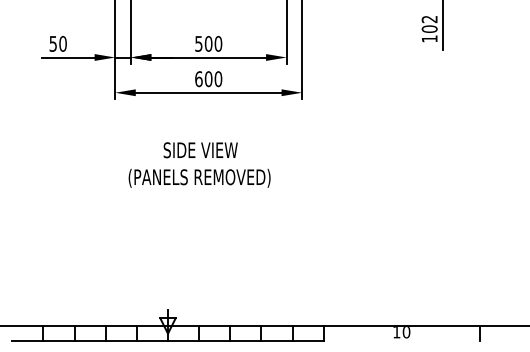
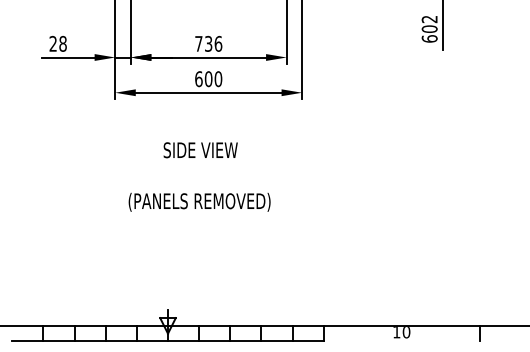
text at (429, 38): 102 -> 602
text at (57, 43): 50 -> 28
text at (208, 43): 500 -> 736
text at (199, 177) position: (199, 177) -> (199, 201)
